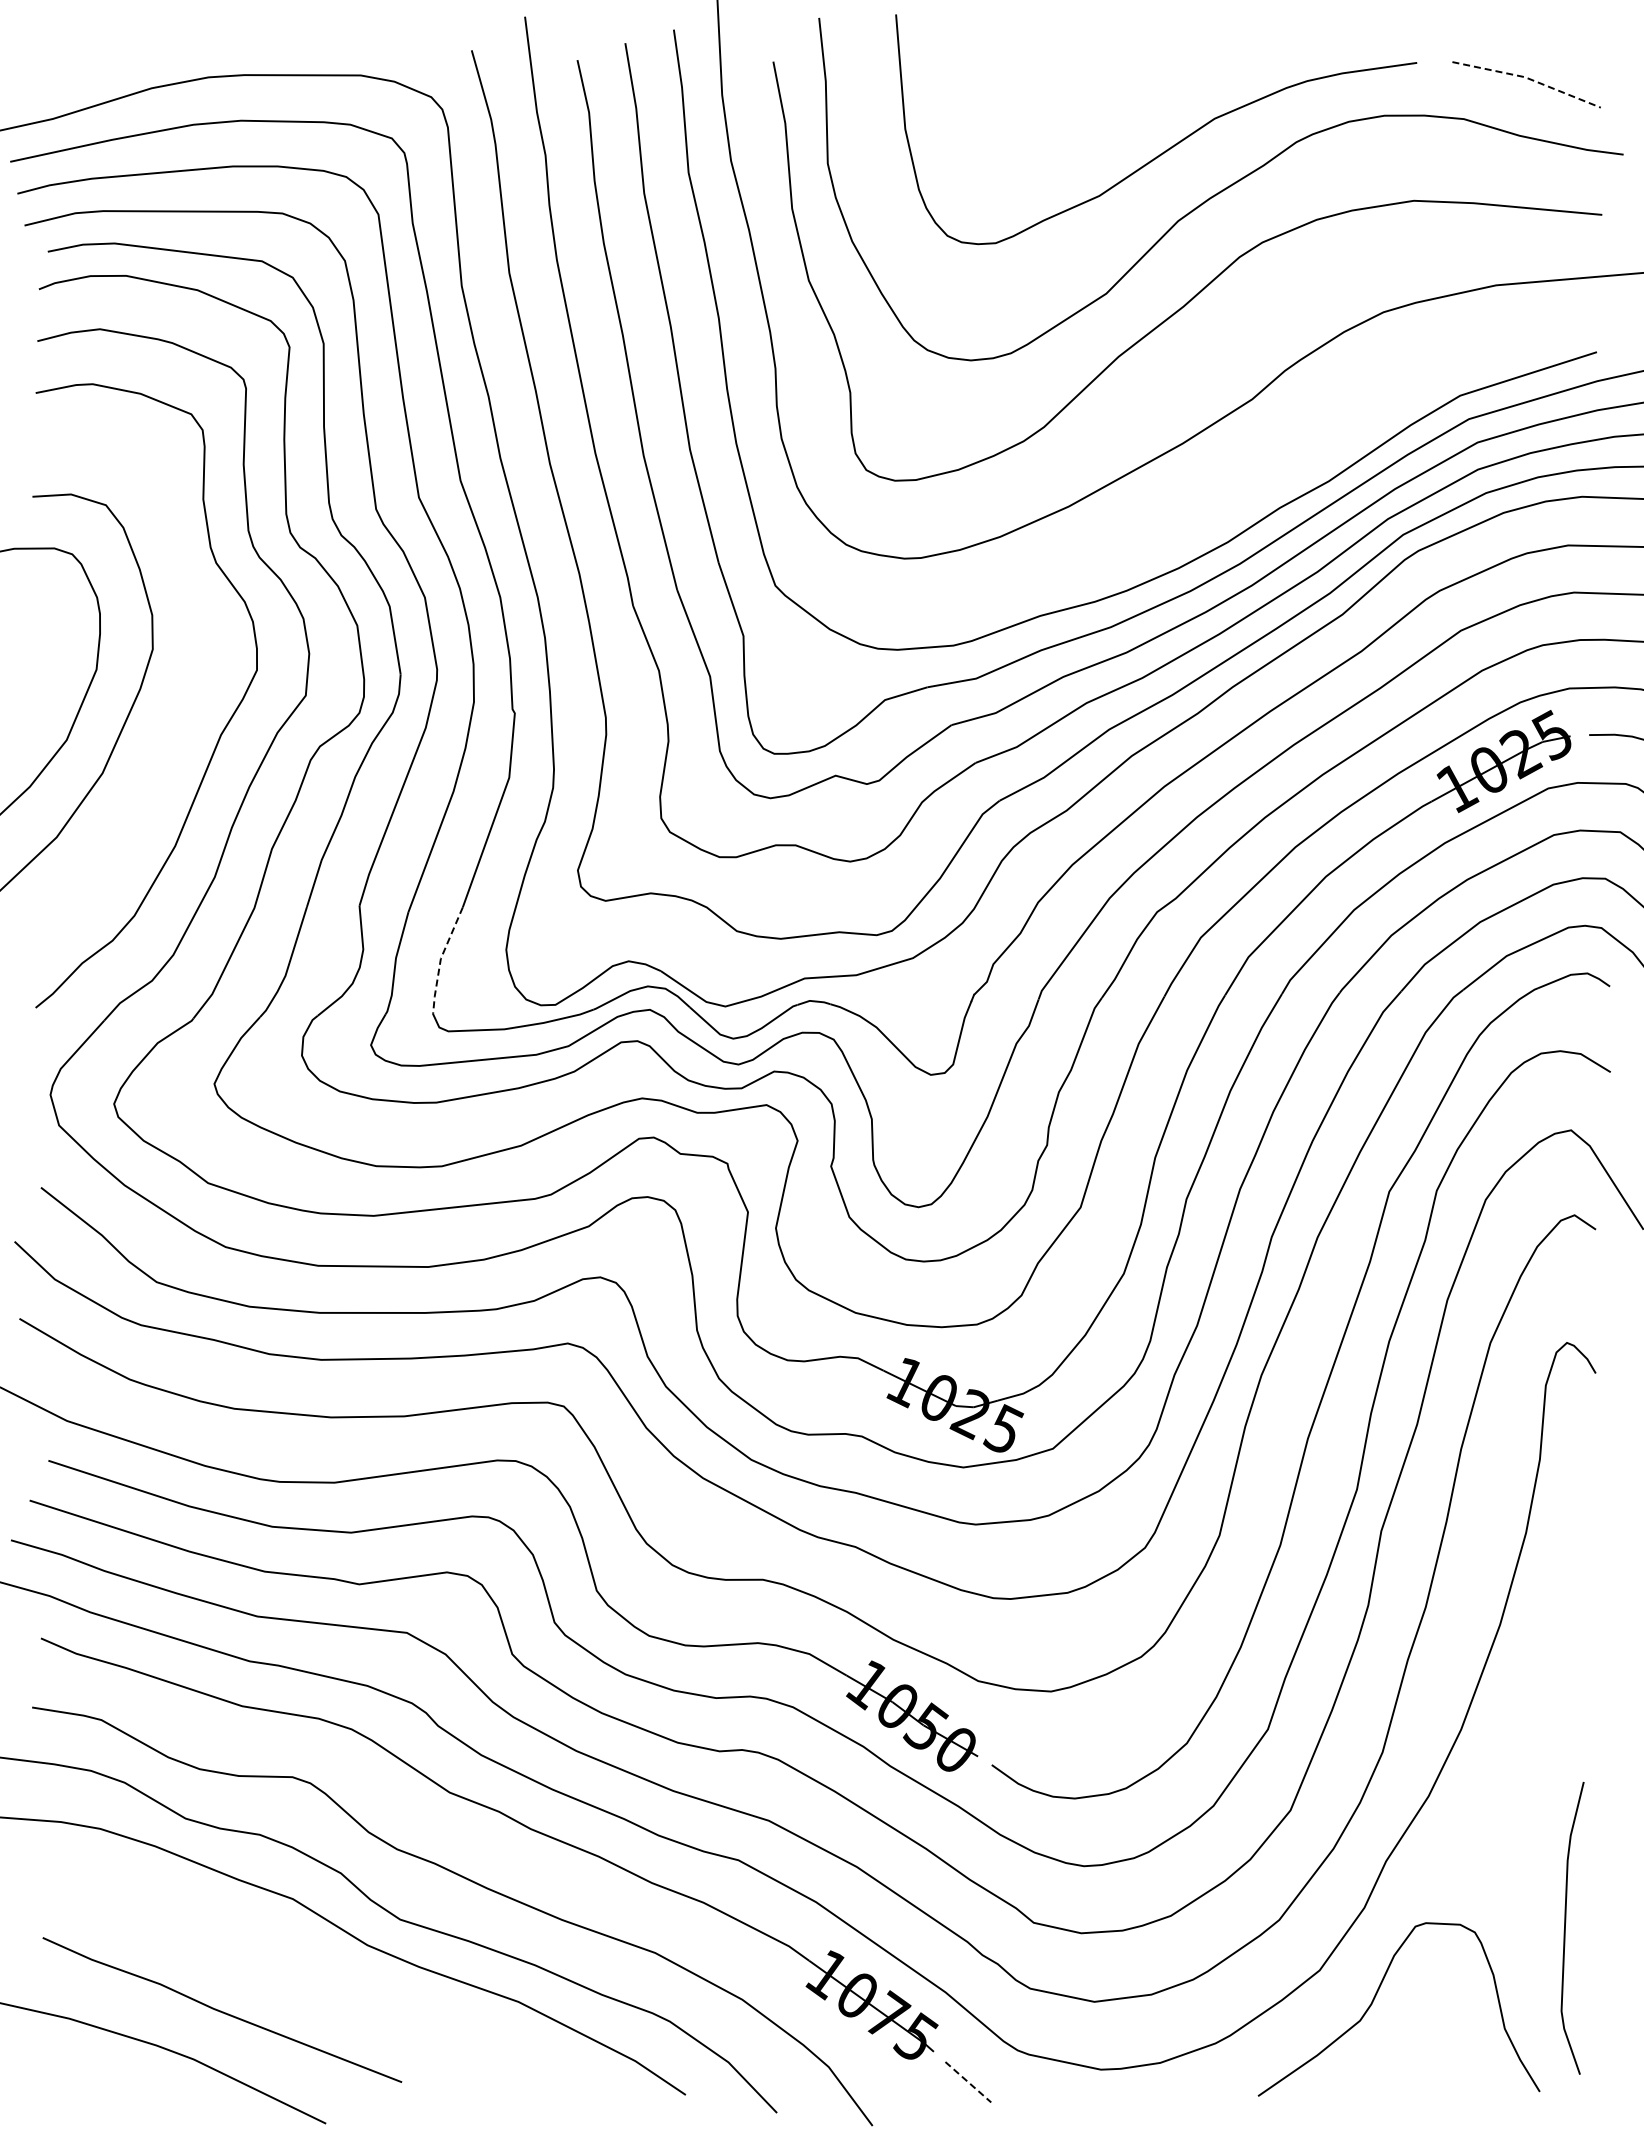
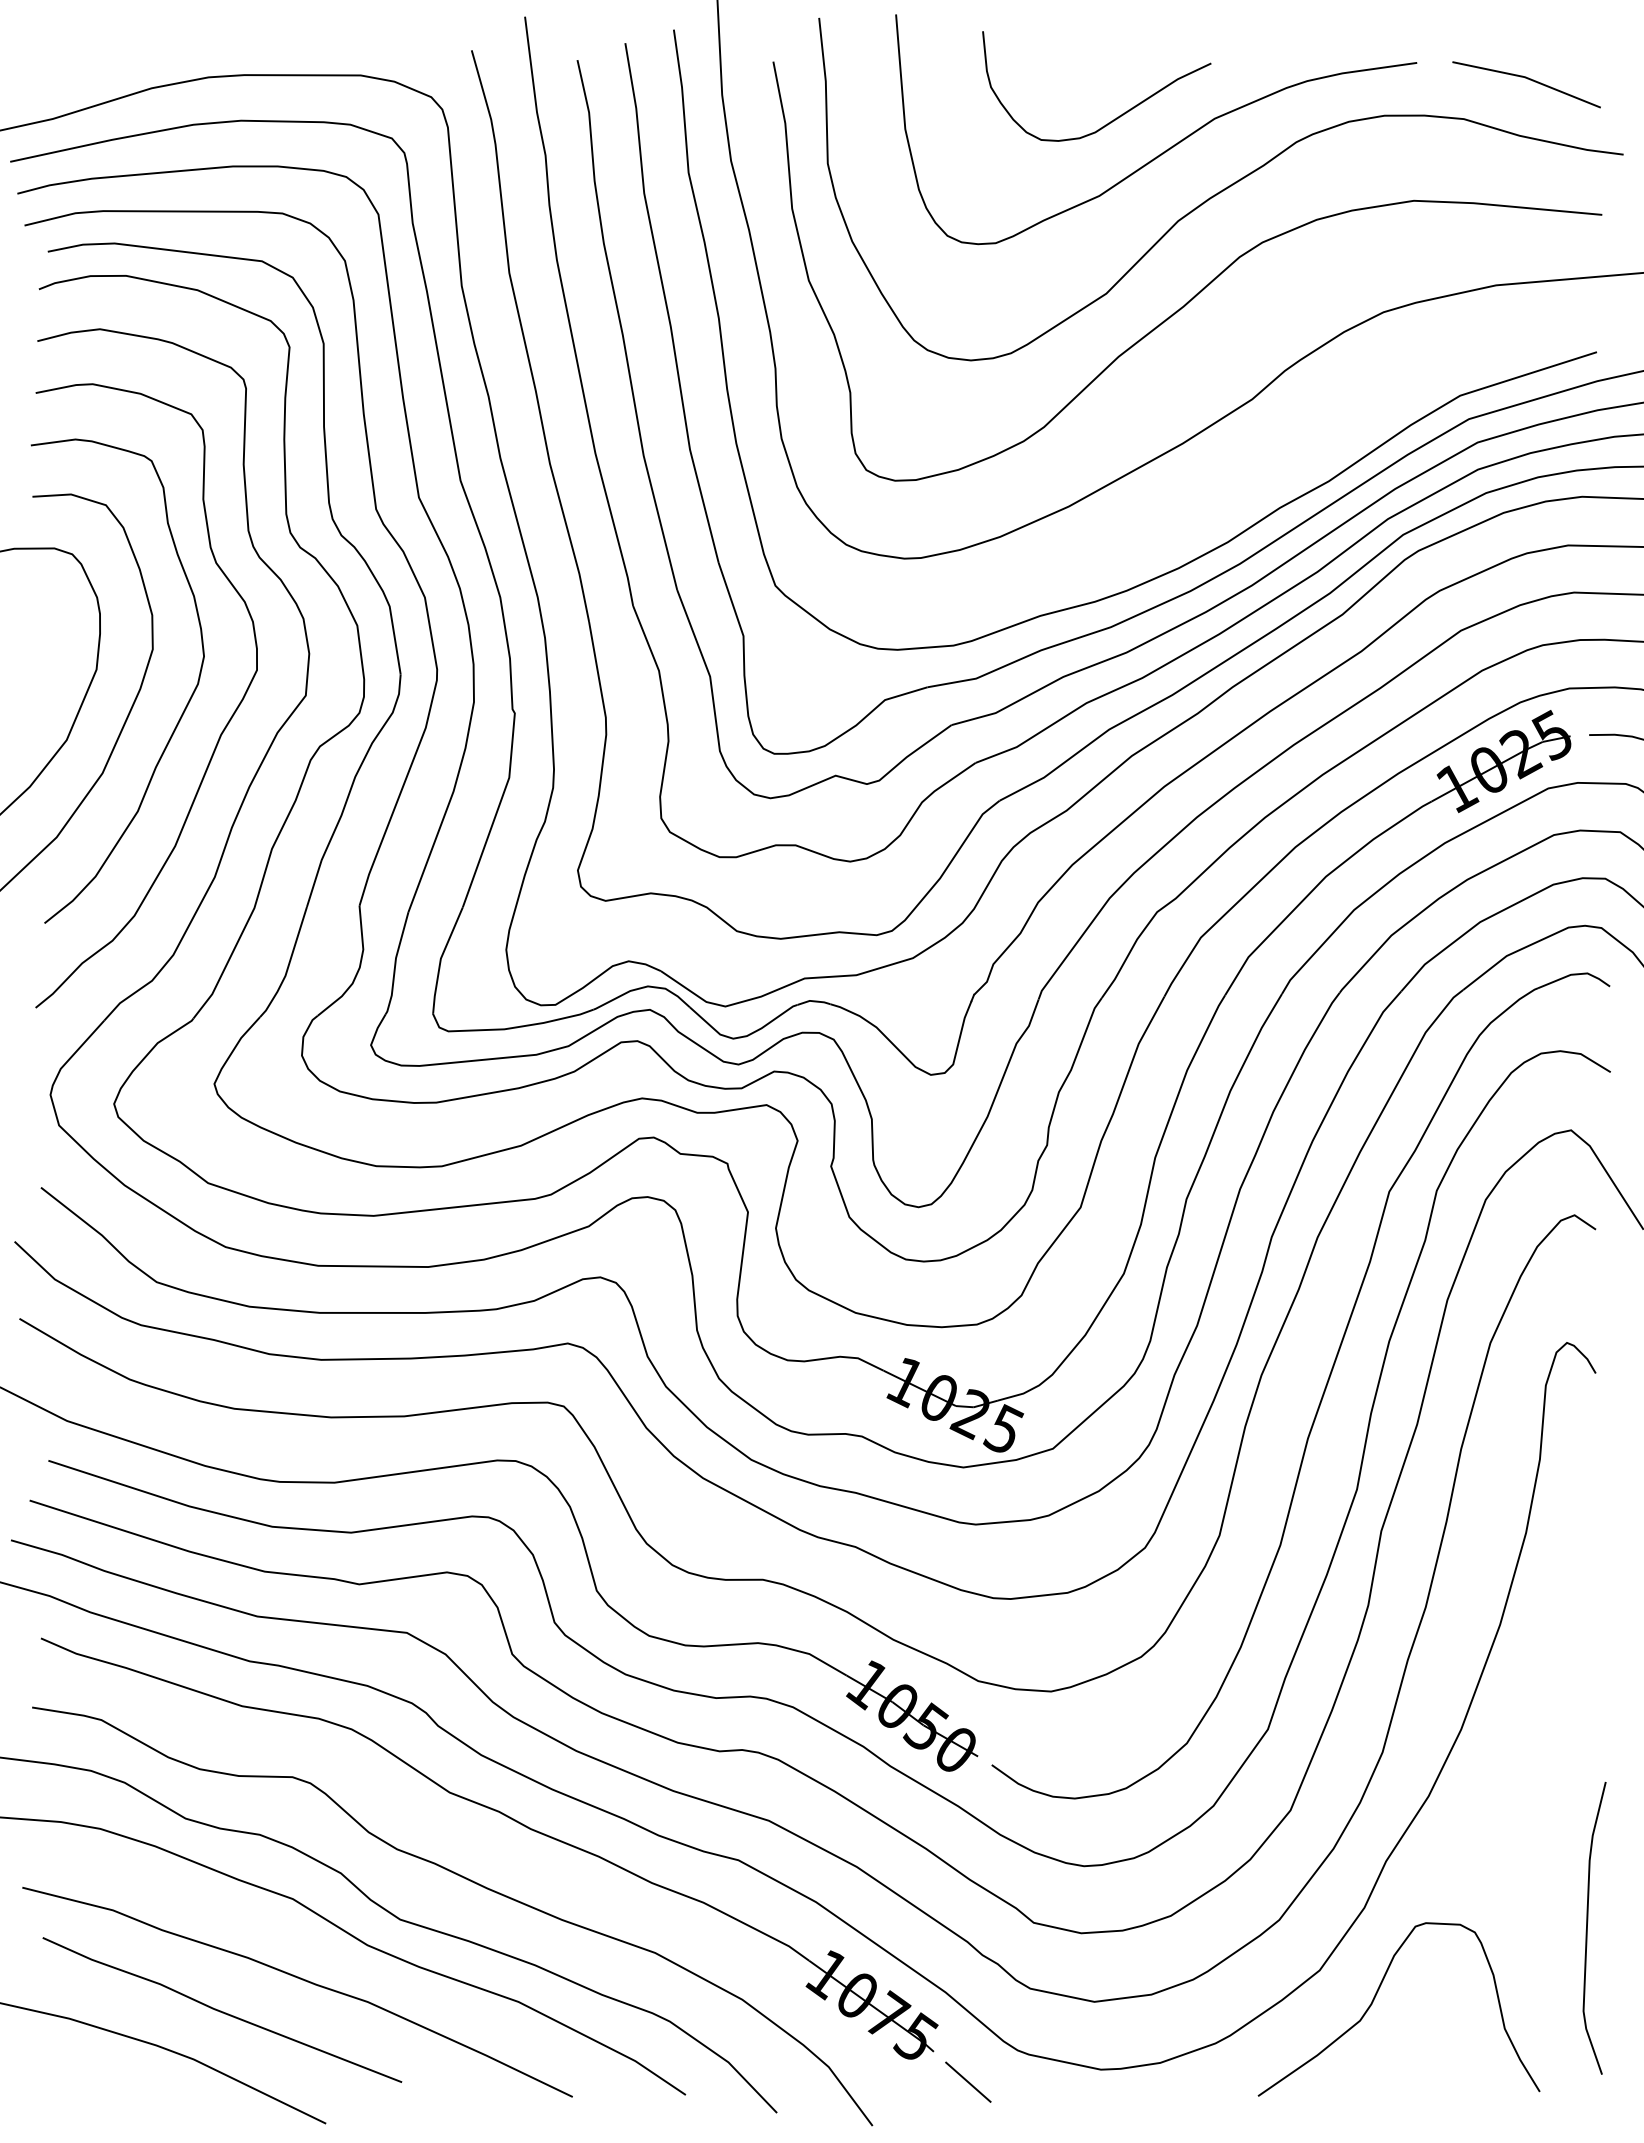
line at (1527, 78): dashed -> solid
curve at (1114, 118): none -> present
curve at (182, 712): none -> present
line at (440, 958): dashed -> solid
curve at (1565, 1927) position: (1565, 1927) -> (1587, 1927)
curve at (302, 1980): none -> present
line at (968, 2082): dashed -> solid
